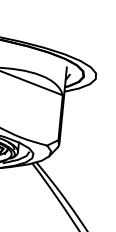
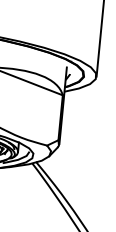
line at (99, 39): none -> present
